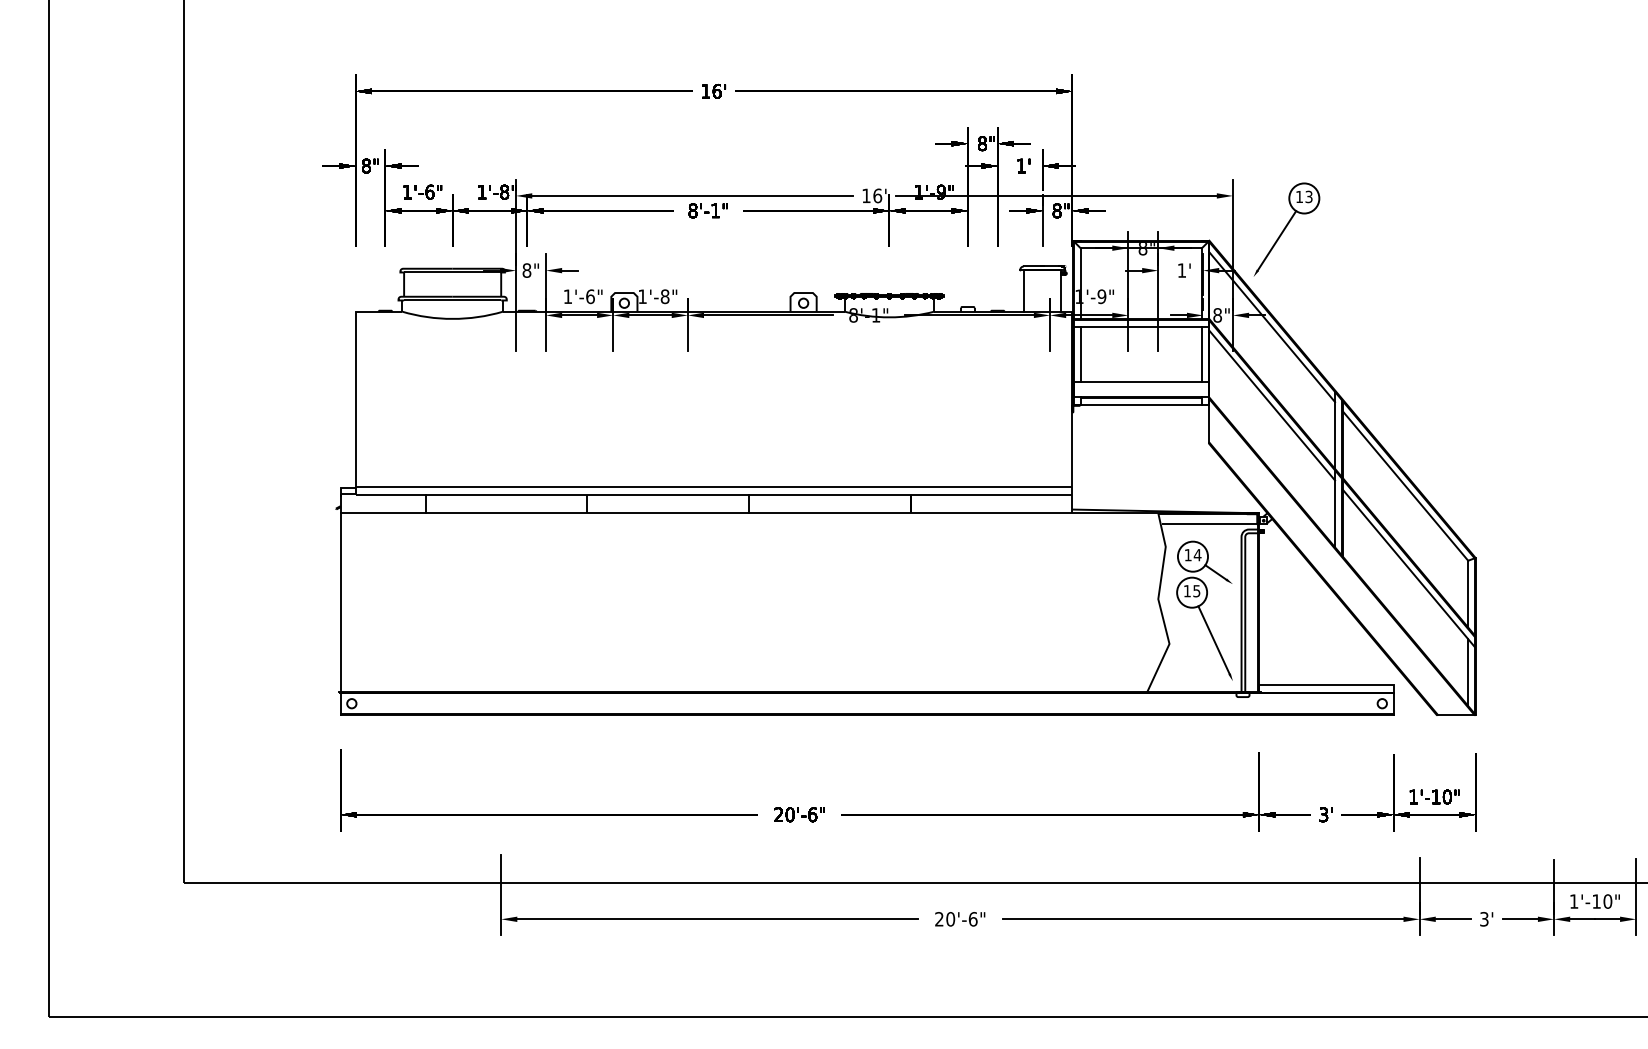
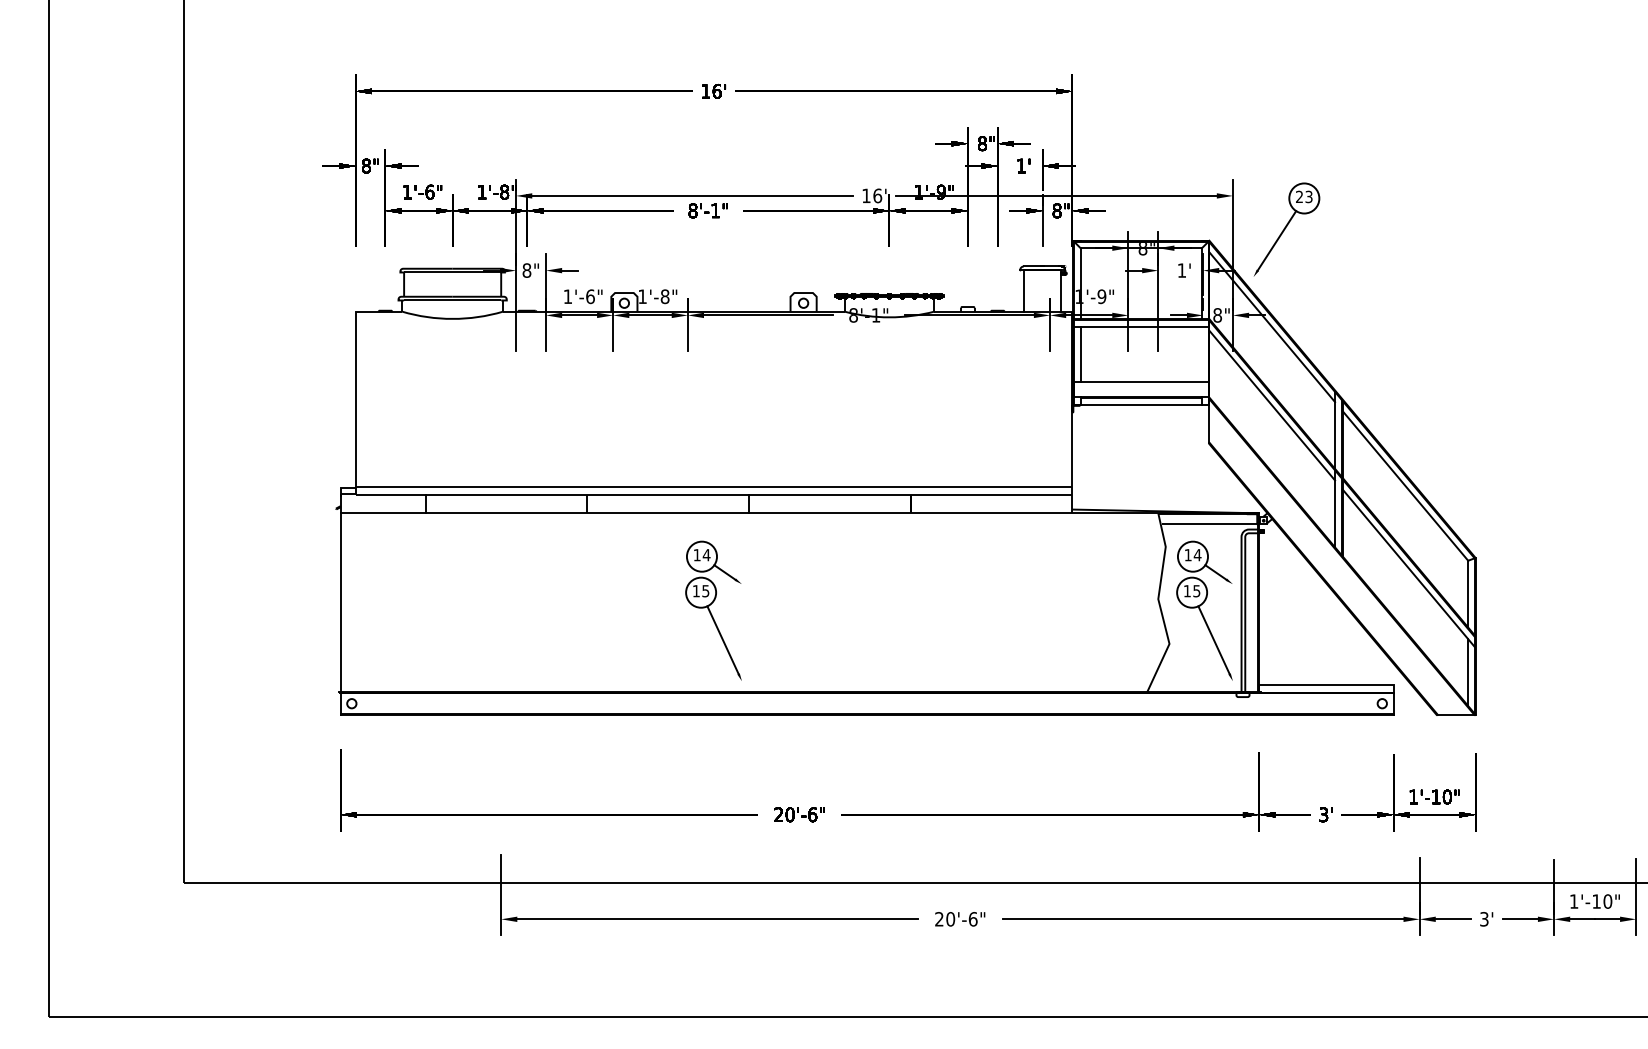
text at (1299, 196): 13 -> 23
line at (1201, 353): present -> none
part at (713, 610): none -> present
